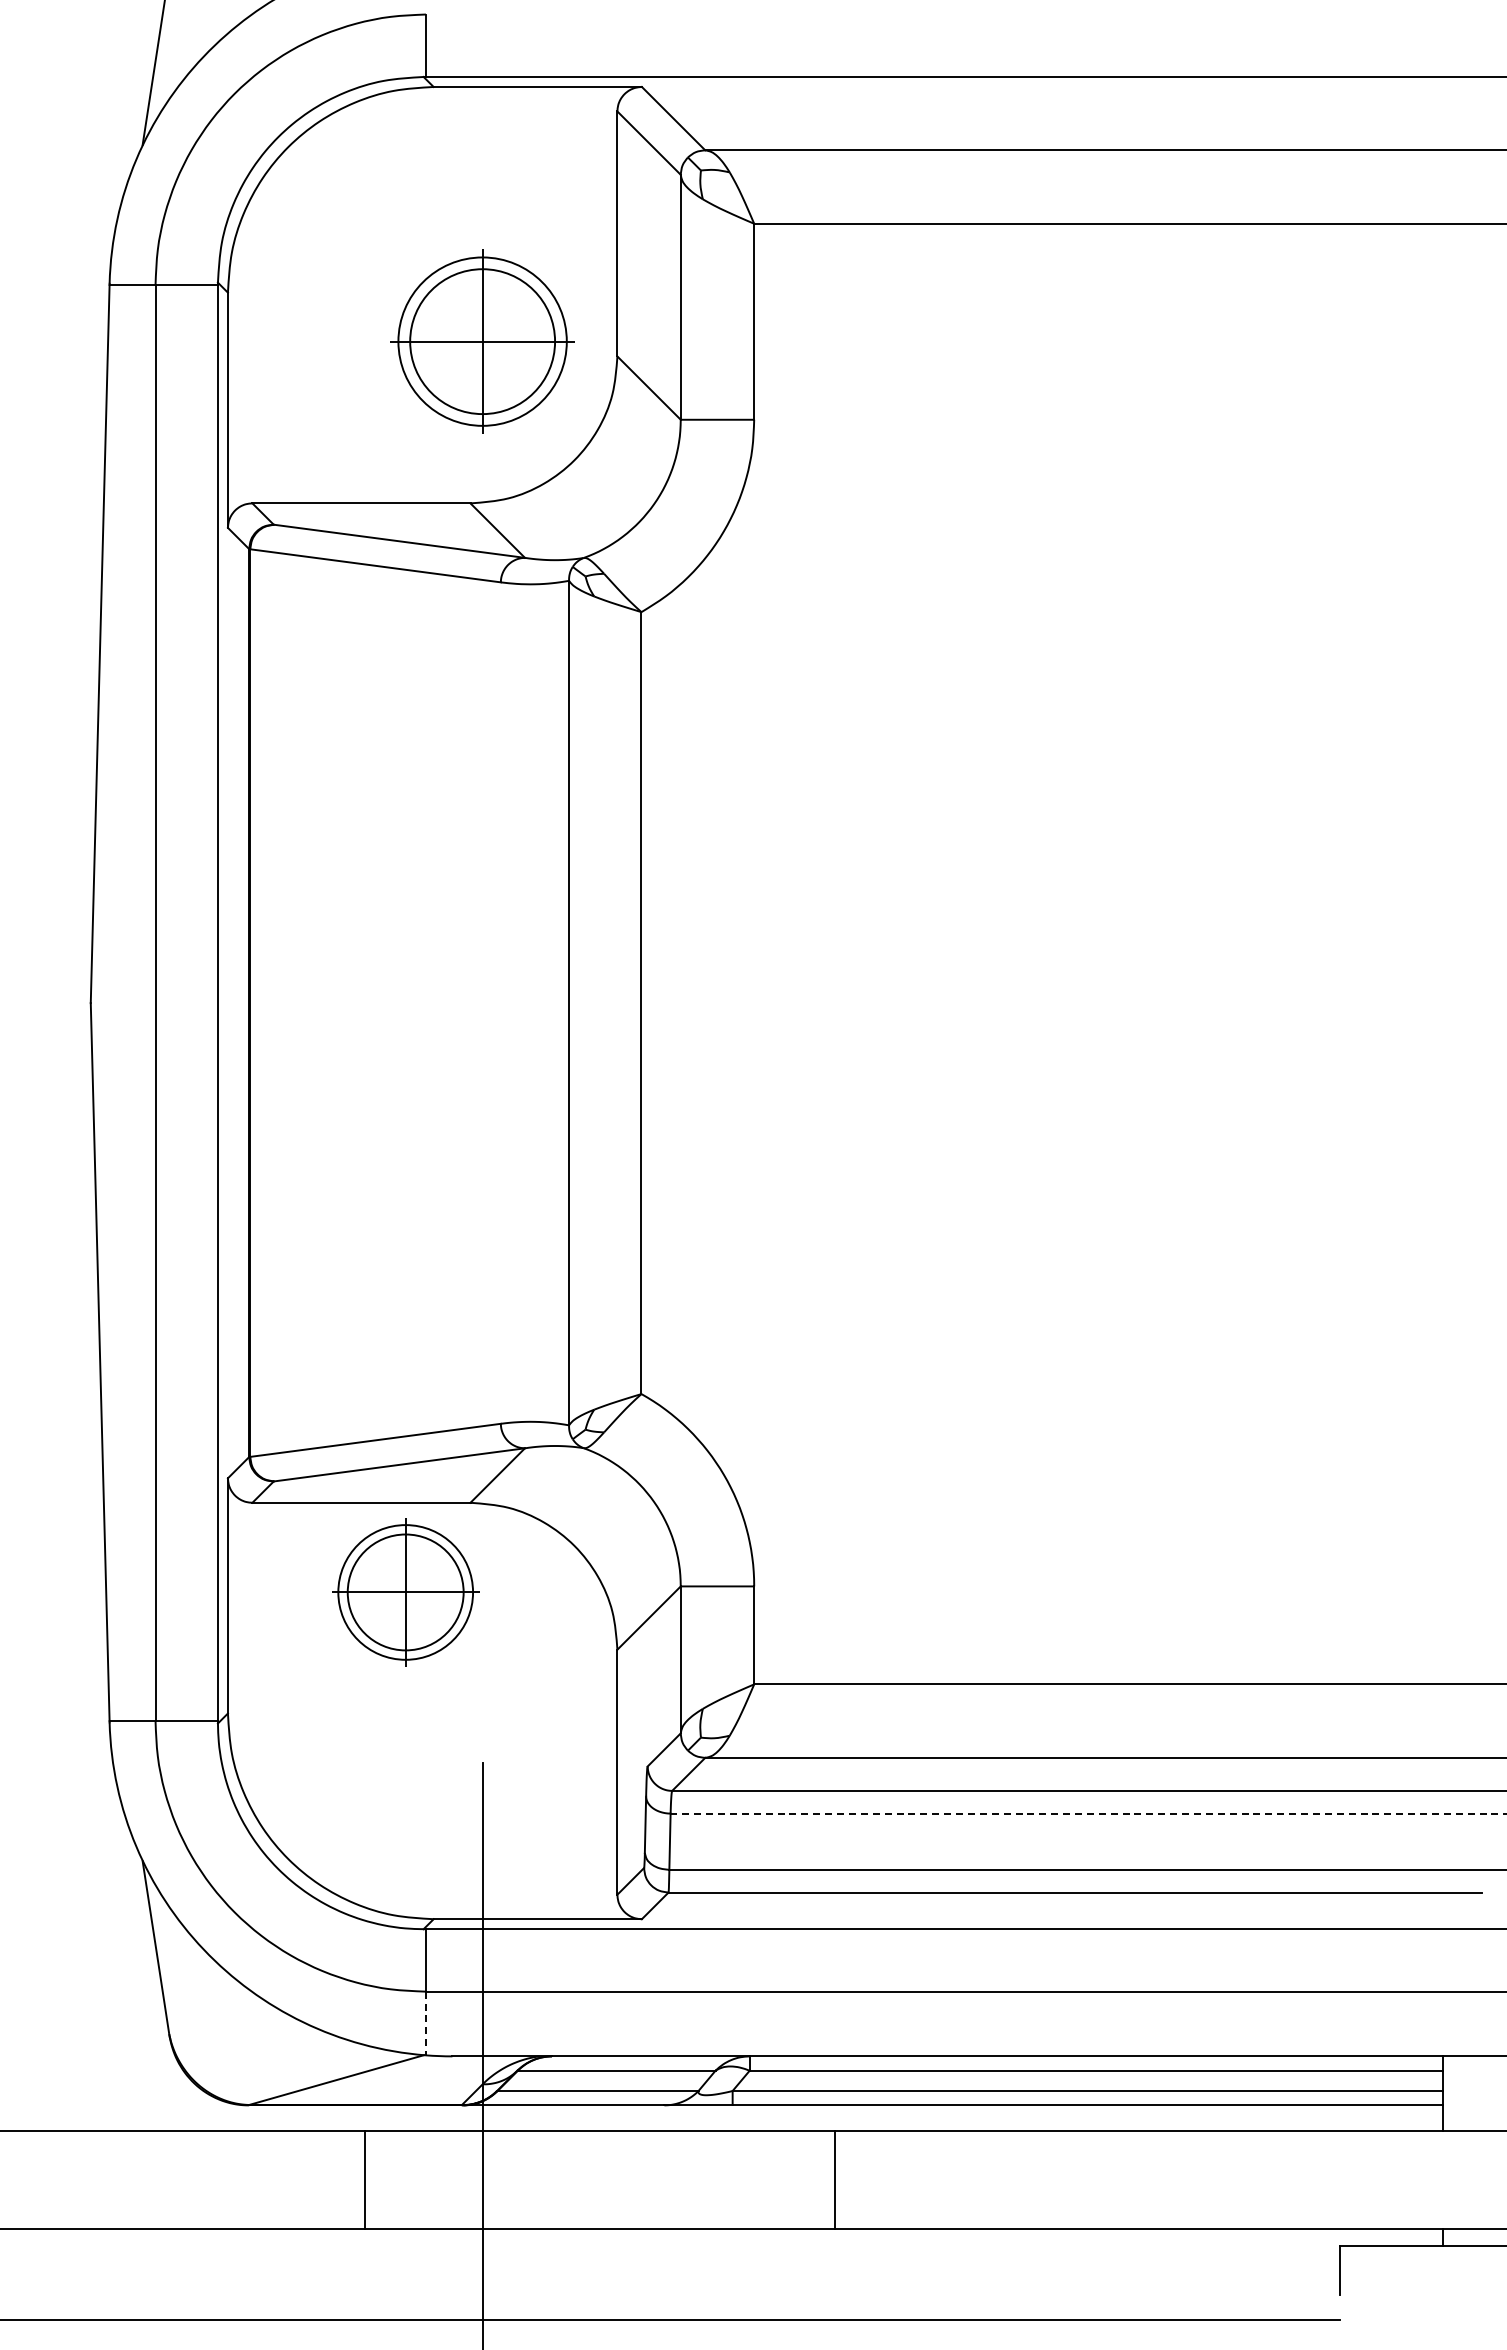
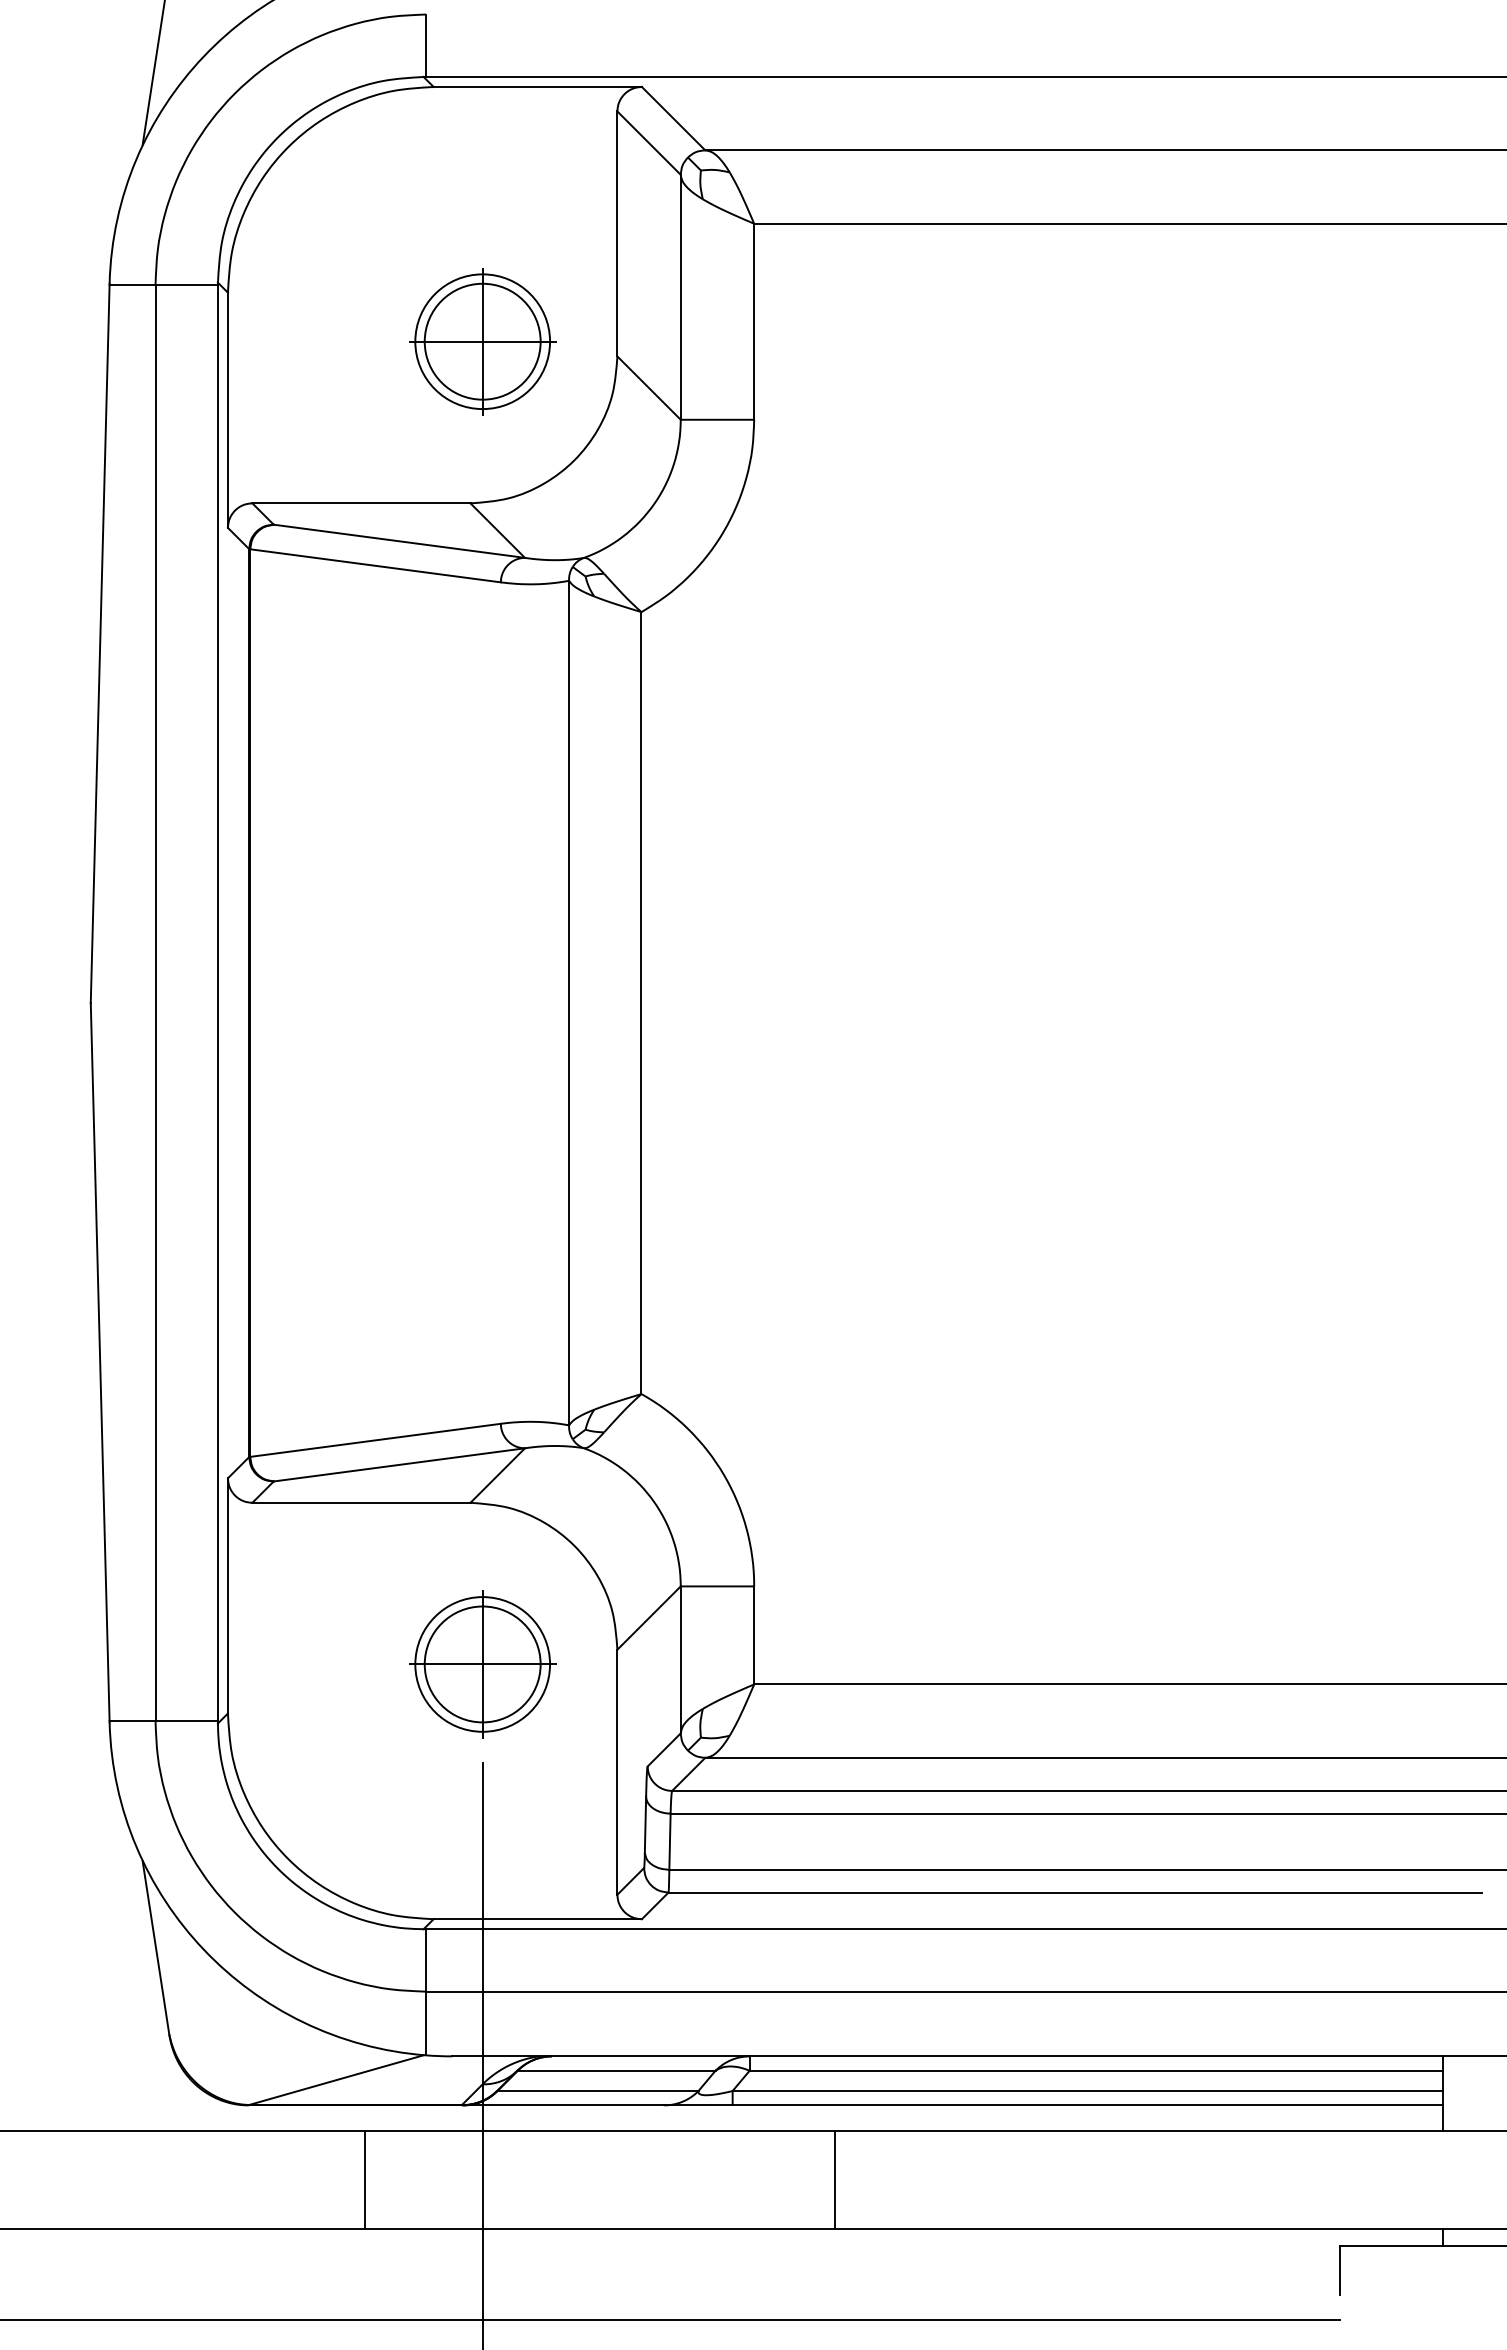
part at (482, 341) size: 185x185 px -> 148x148 px
part at (405, 1592) position: (405, 1592) -> (482, 1664)
line at (1088, 1813): dashed -> solid
line at (425, 2023): dashed -> solid
